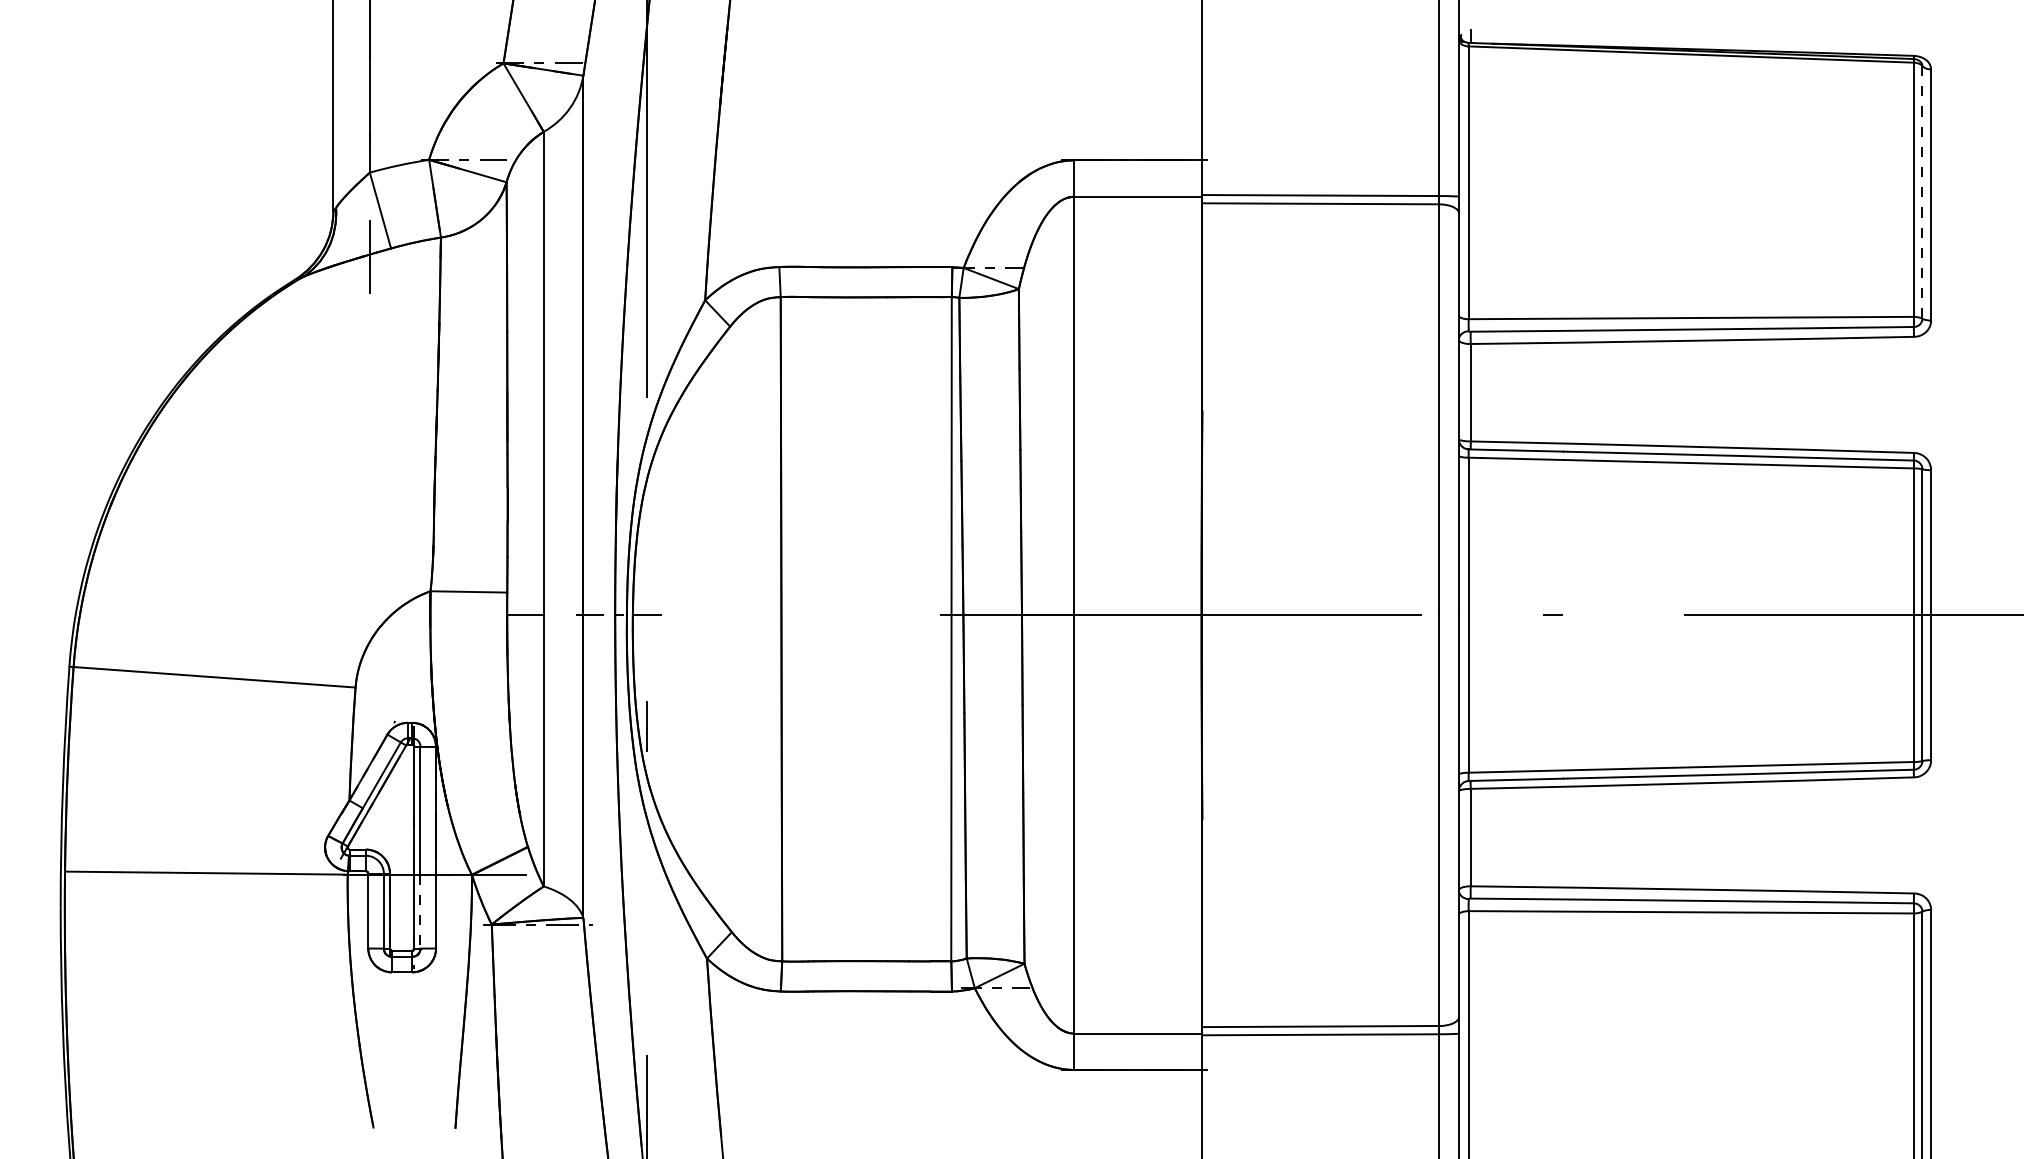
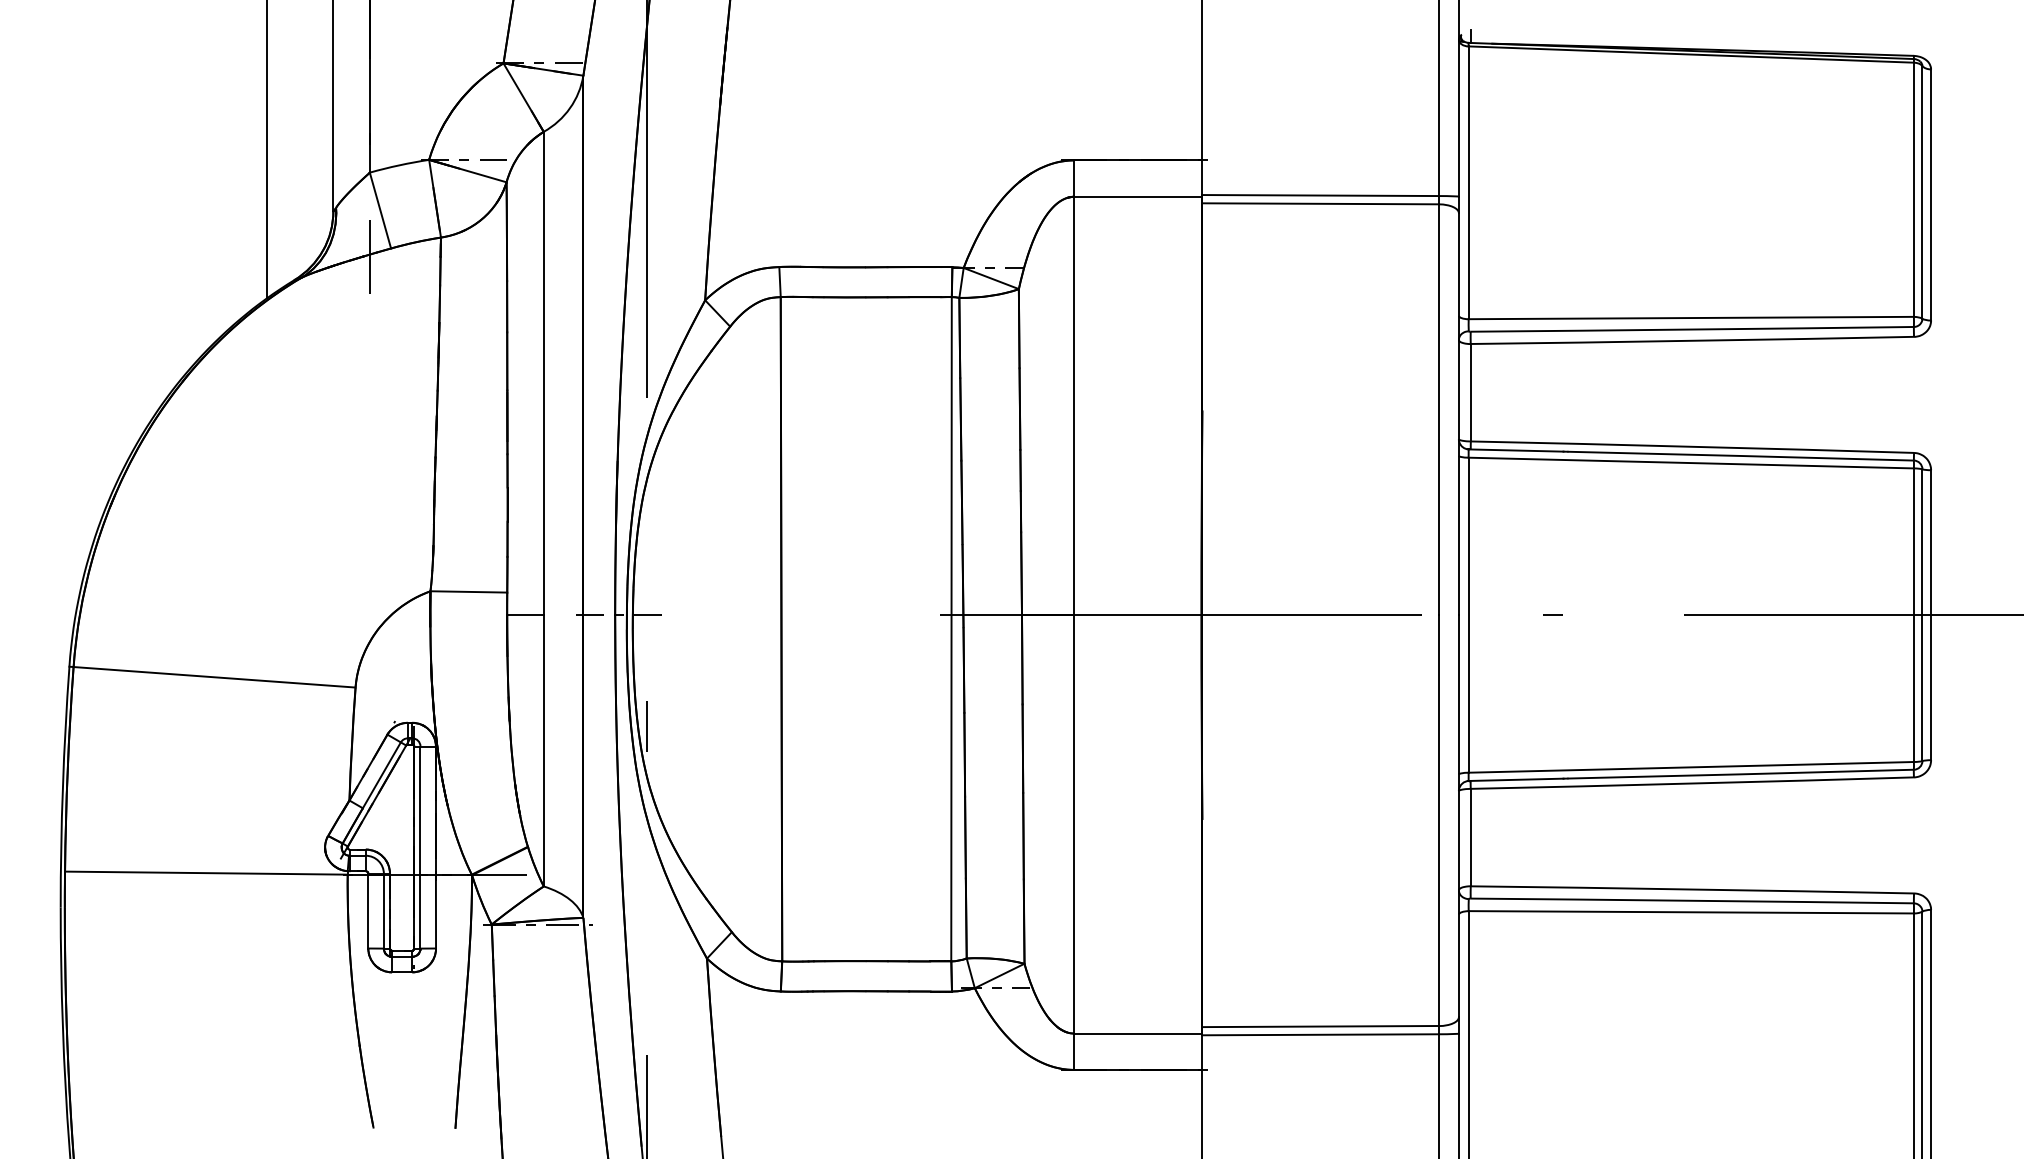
line at (266, 150): none -> present
line at (1922, 192): dashed -> solid
line at (420, 911): dashed -> solid
